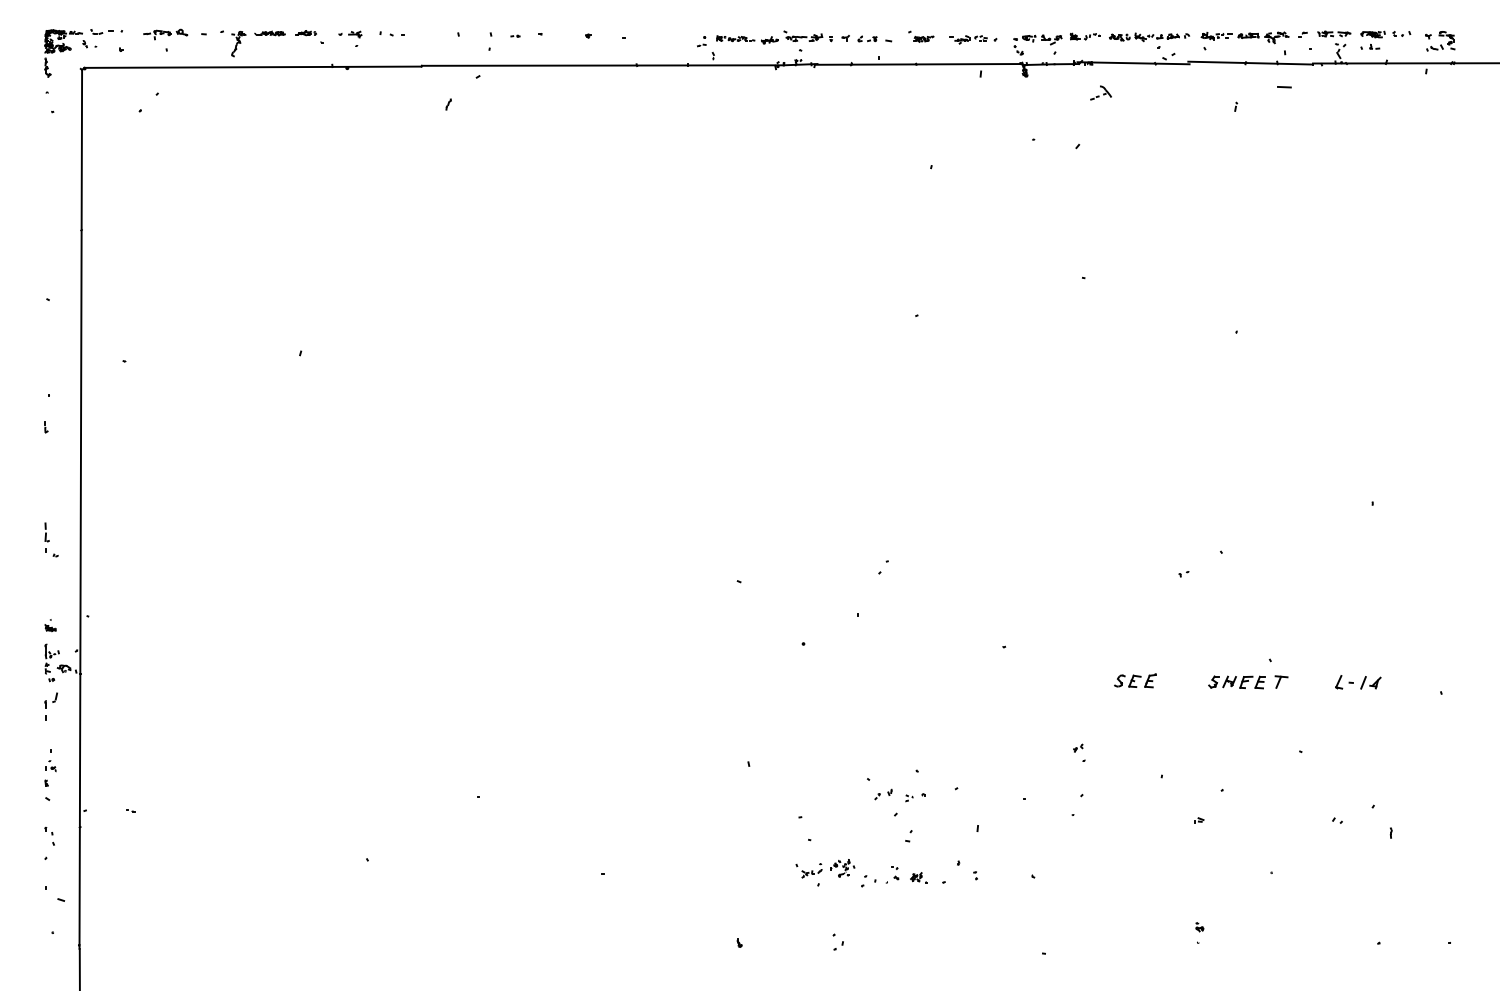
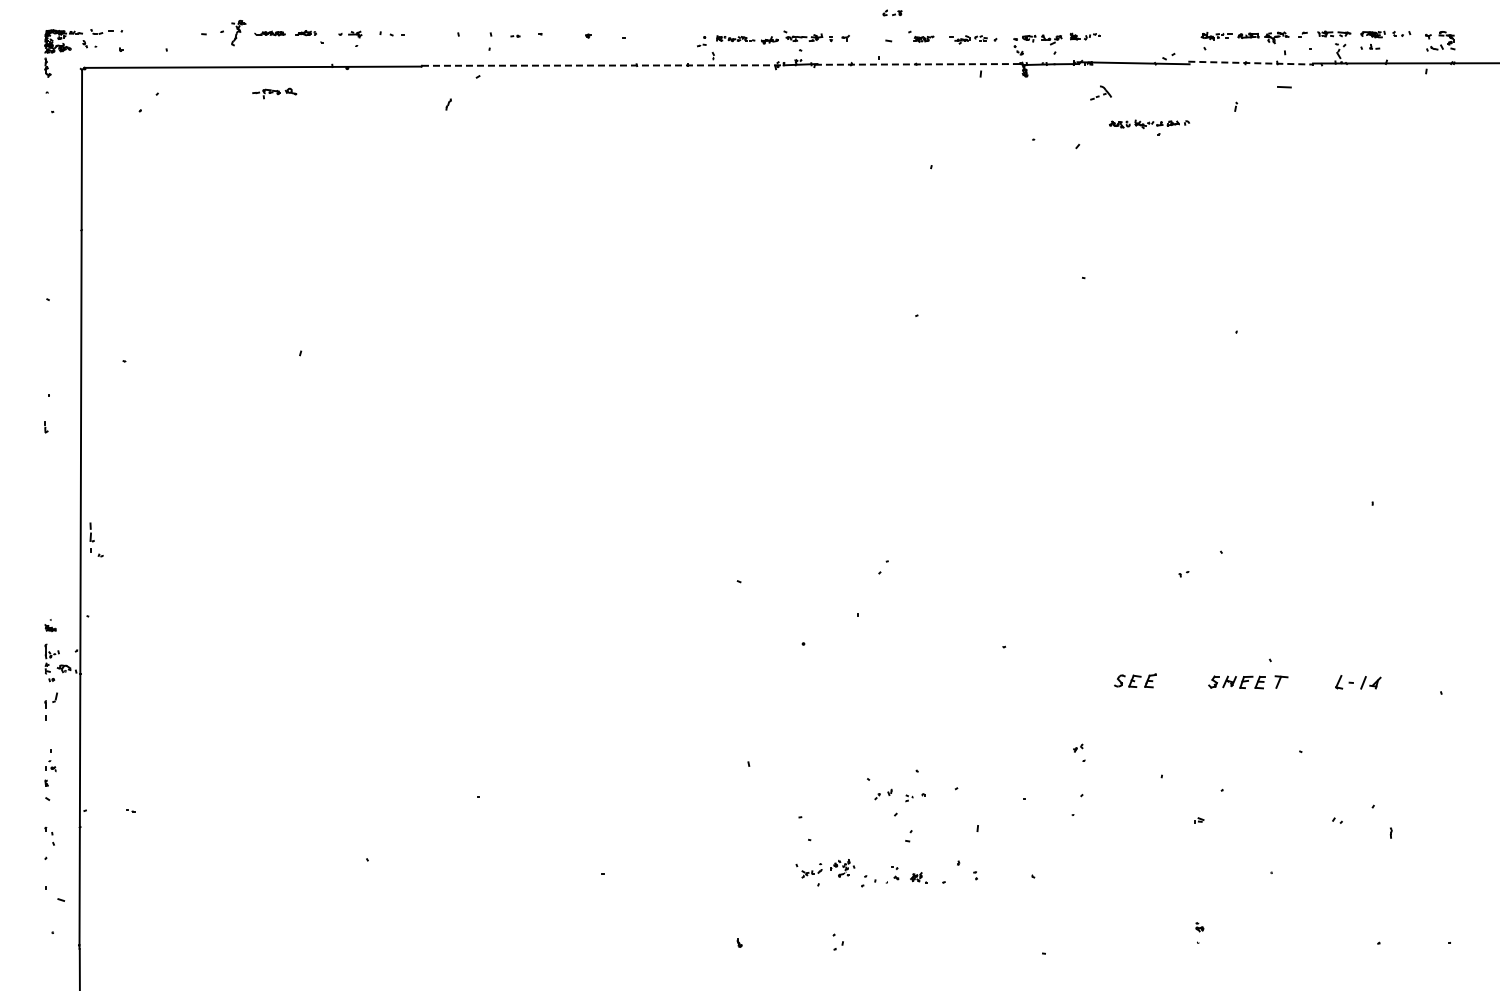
part at (165, 34) position: (165, 34) -> (274, 93)
part at (867, 38) position: (867, 38) -> (892, 12)
part at (1149, 40) position: (1149, 40) -> (1149, 127)
part at (238, 44) position: (238, 44) -> (238, 33)
line at (1251, 63): solid -> dashed
line at (917, 64): solid -> dashed
line at (602, 65): solid -> dashed
part at (51, 539) position: (51, 539) -> (96, 539)
